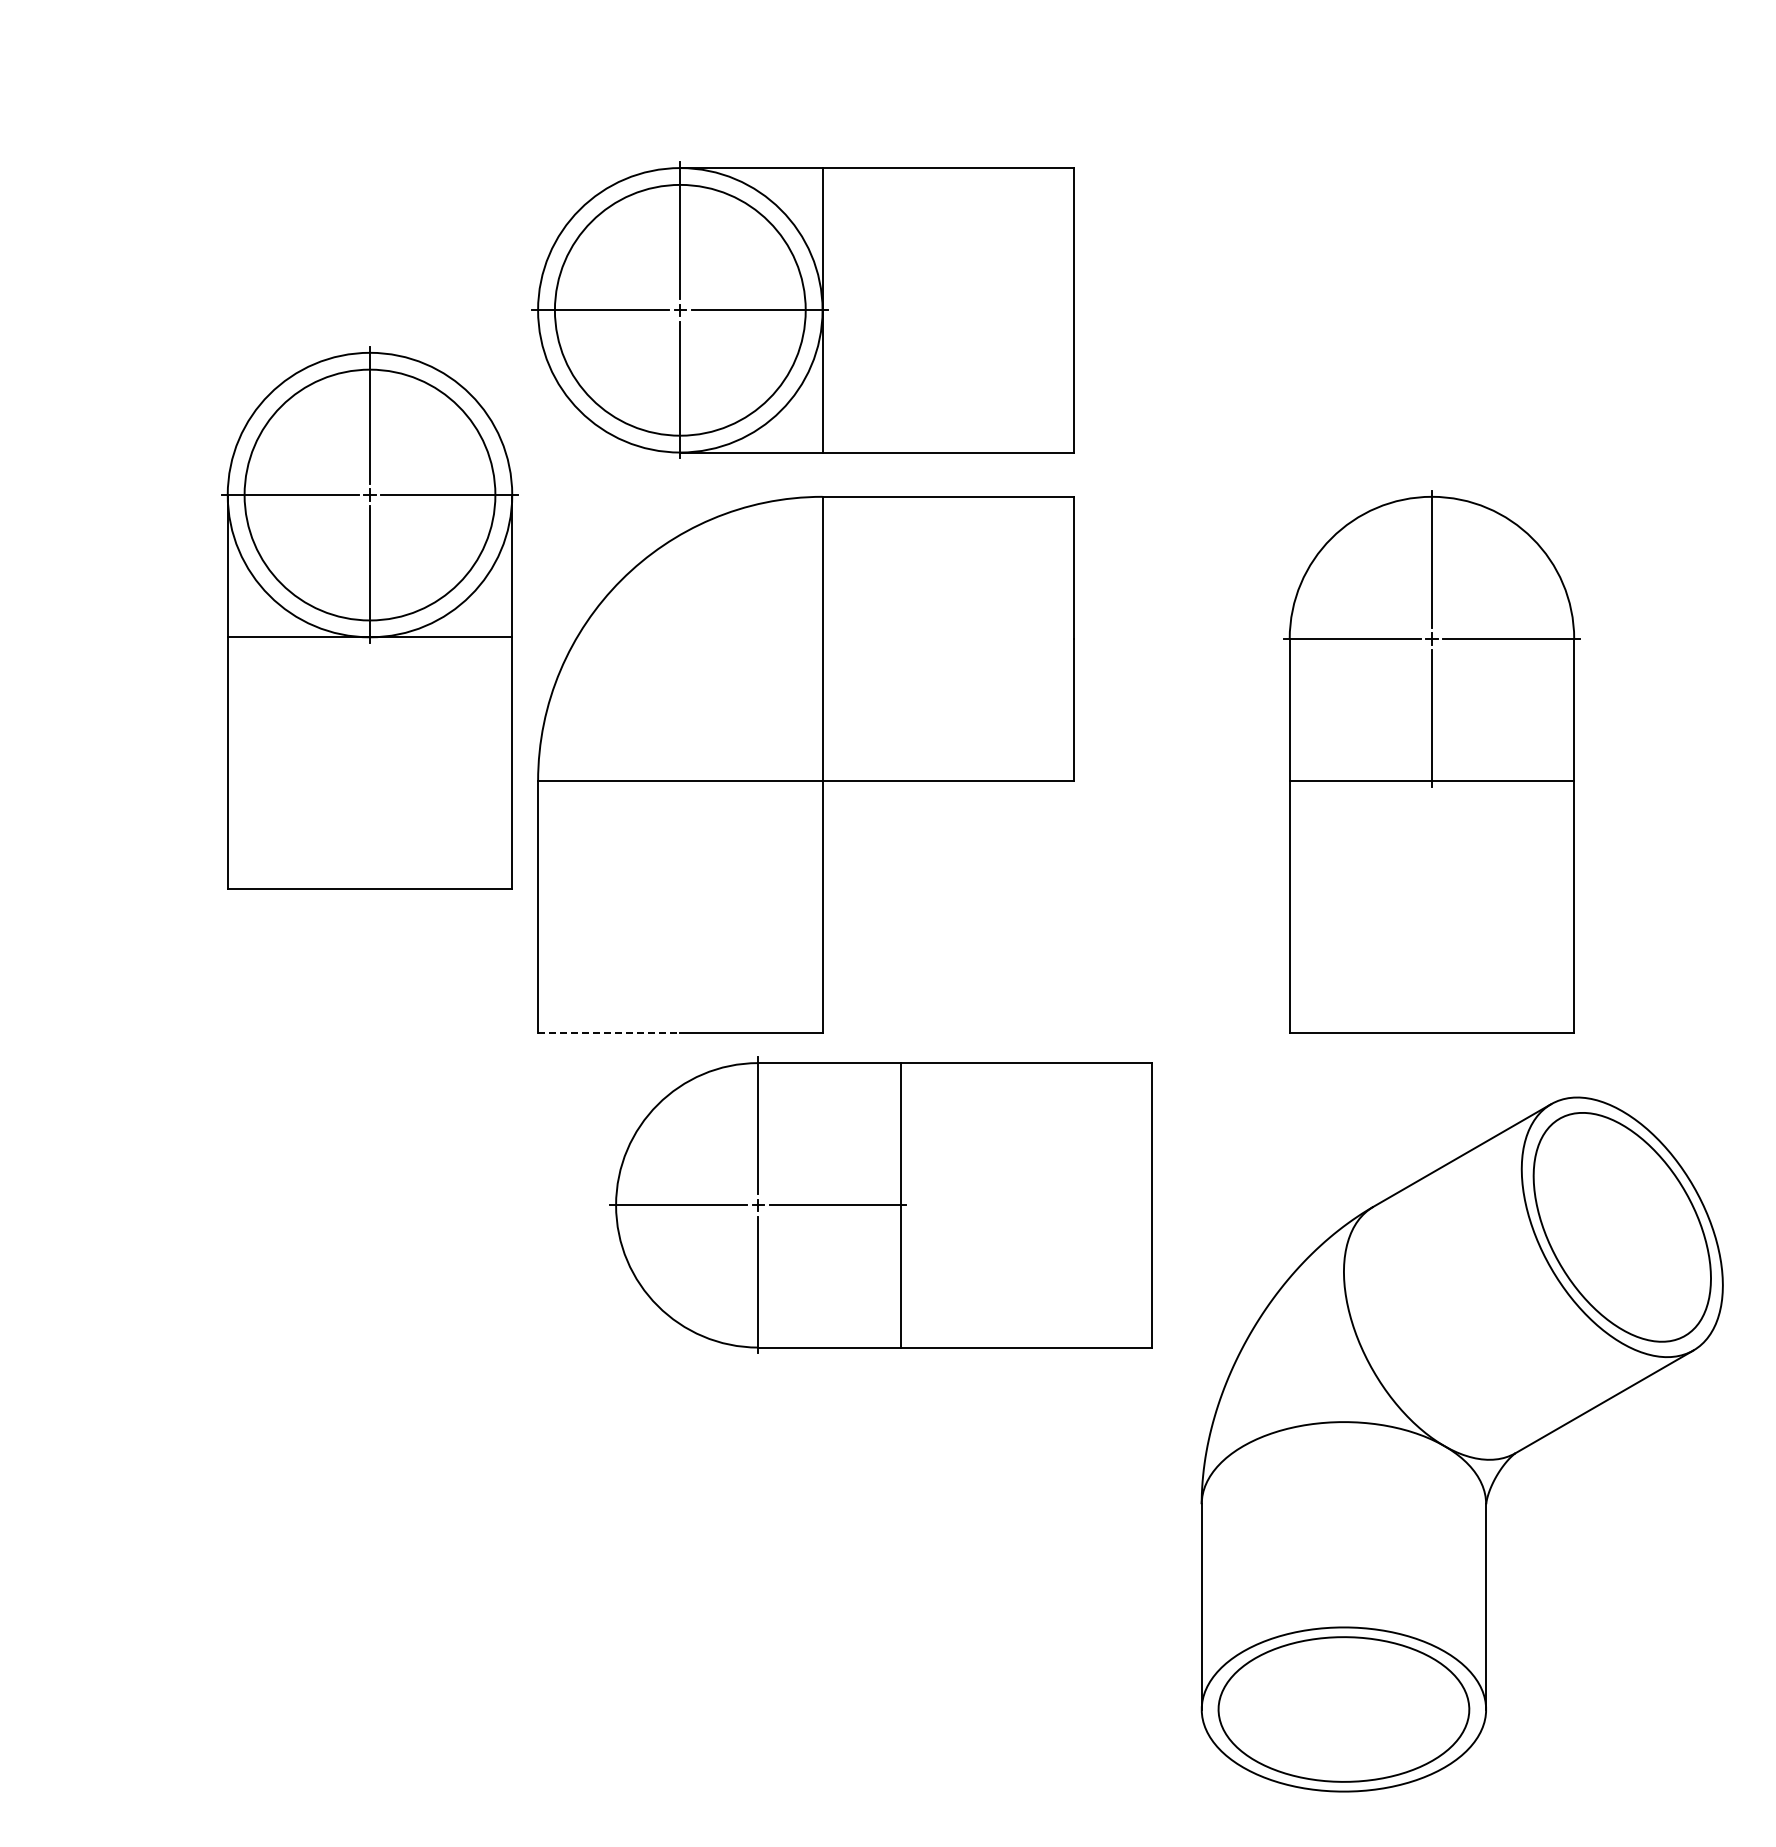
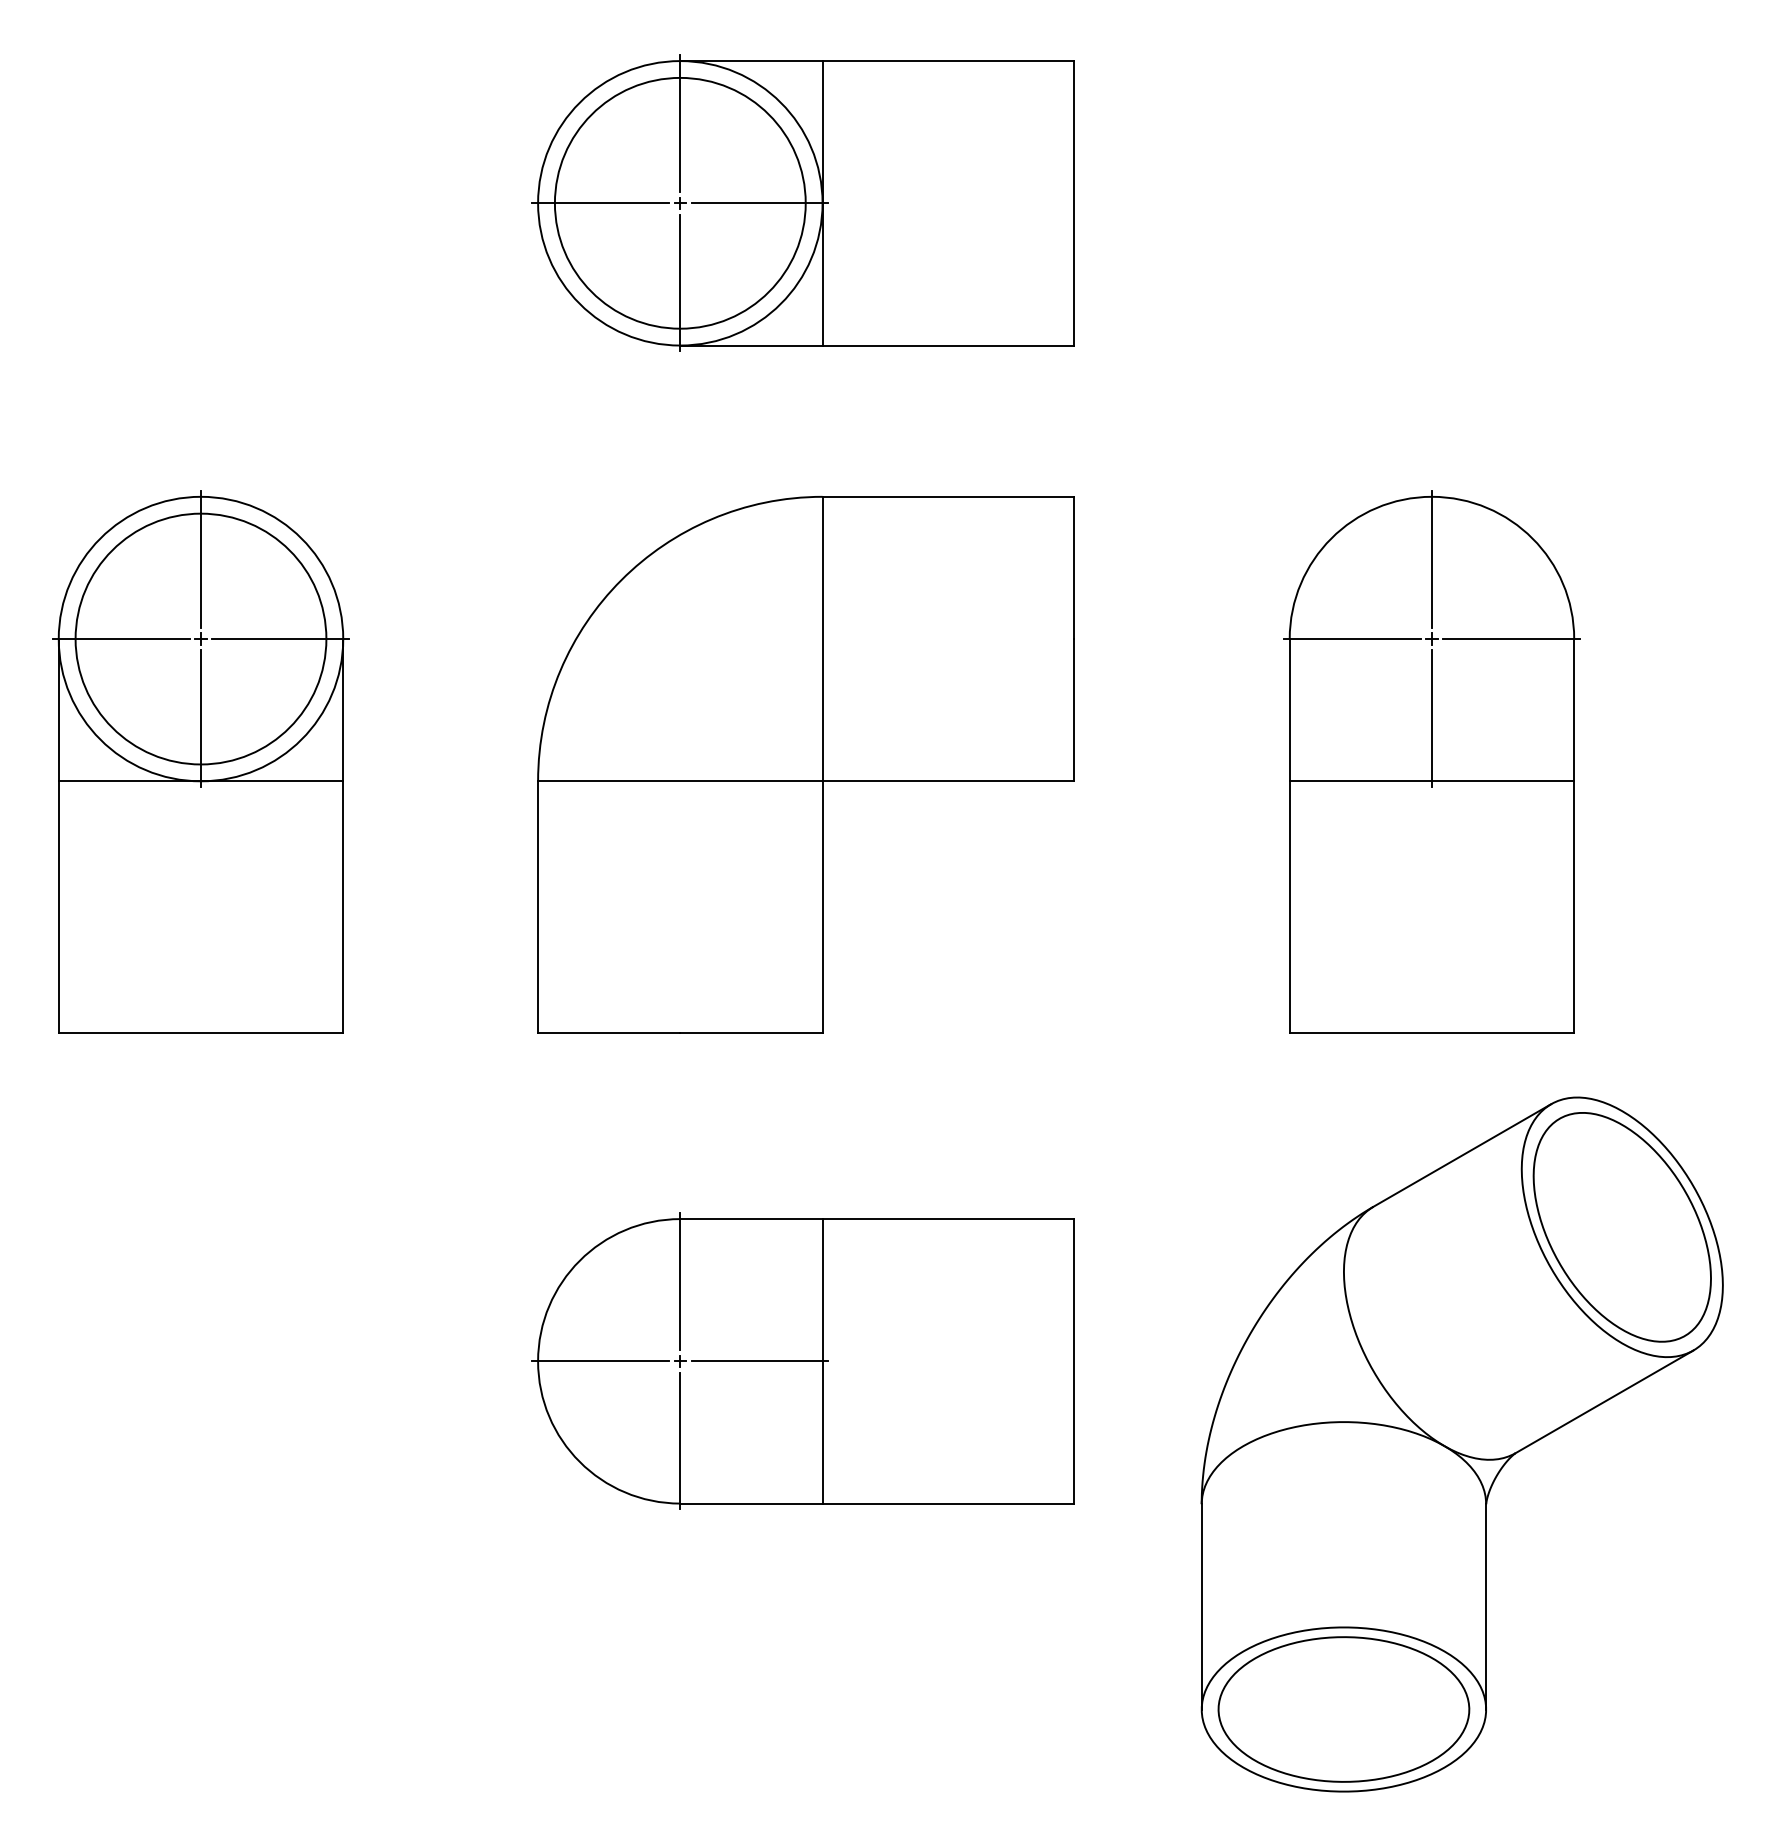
part at (802, 309) position: (802, 309) -> (802, 202)
part at (369, 617) position: (369, 617) -> (200, 761)
line at (609, 1032): dashed -> solid
part at (880, 1204) position: (880, 1204) -> (802, 1360)
